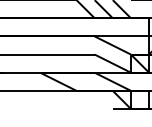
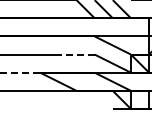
line at (76, 54): solid -> dashed
line at (21, 72): solid -> dashed
